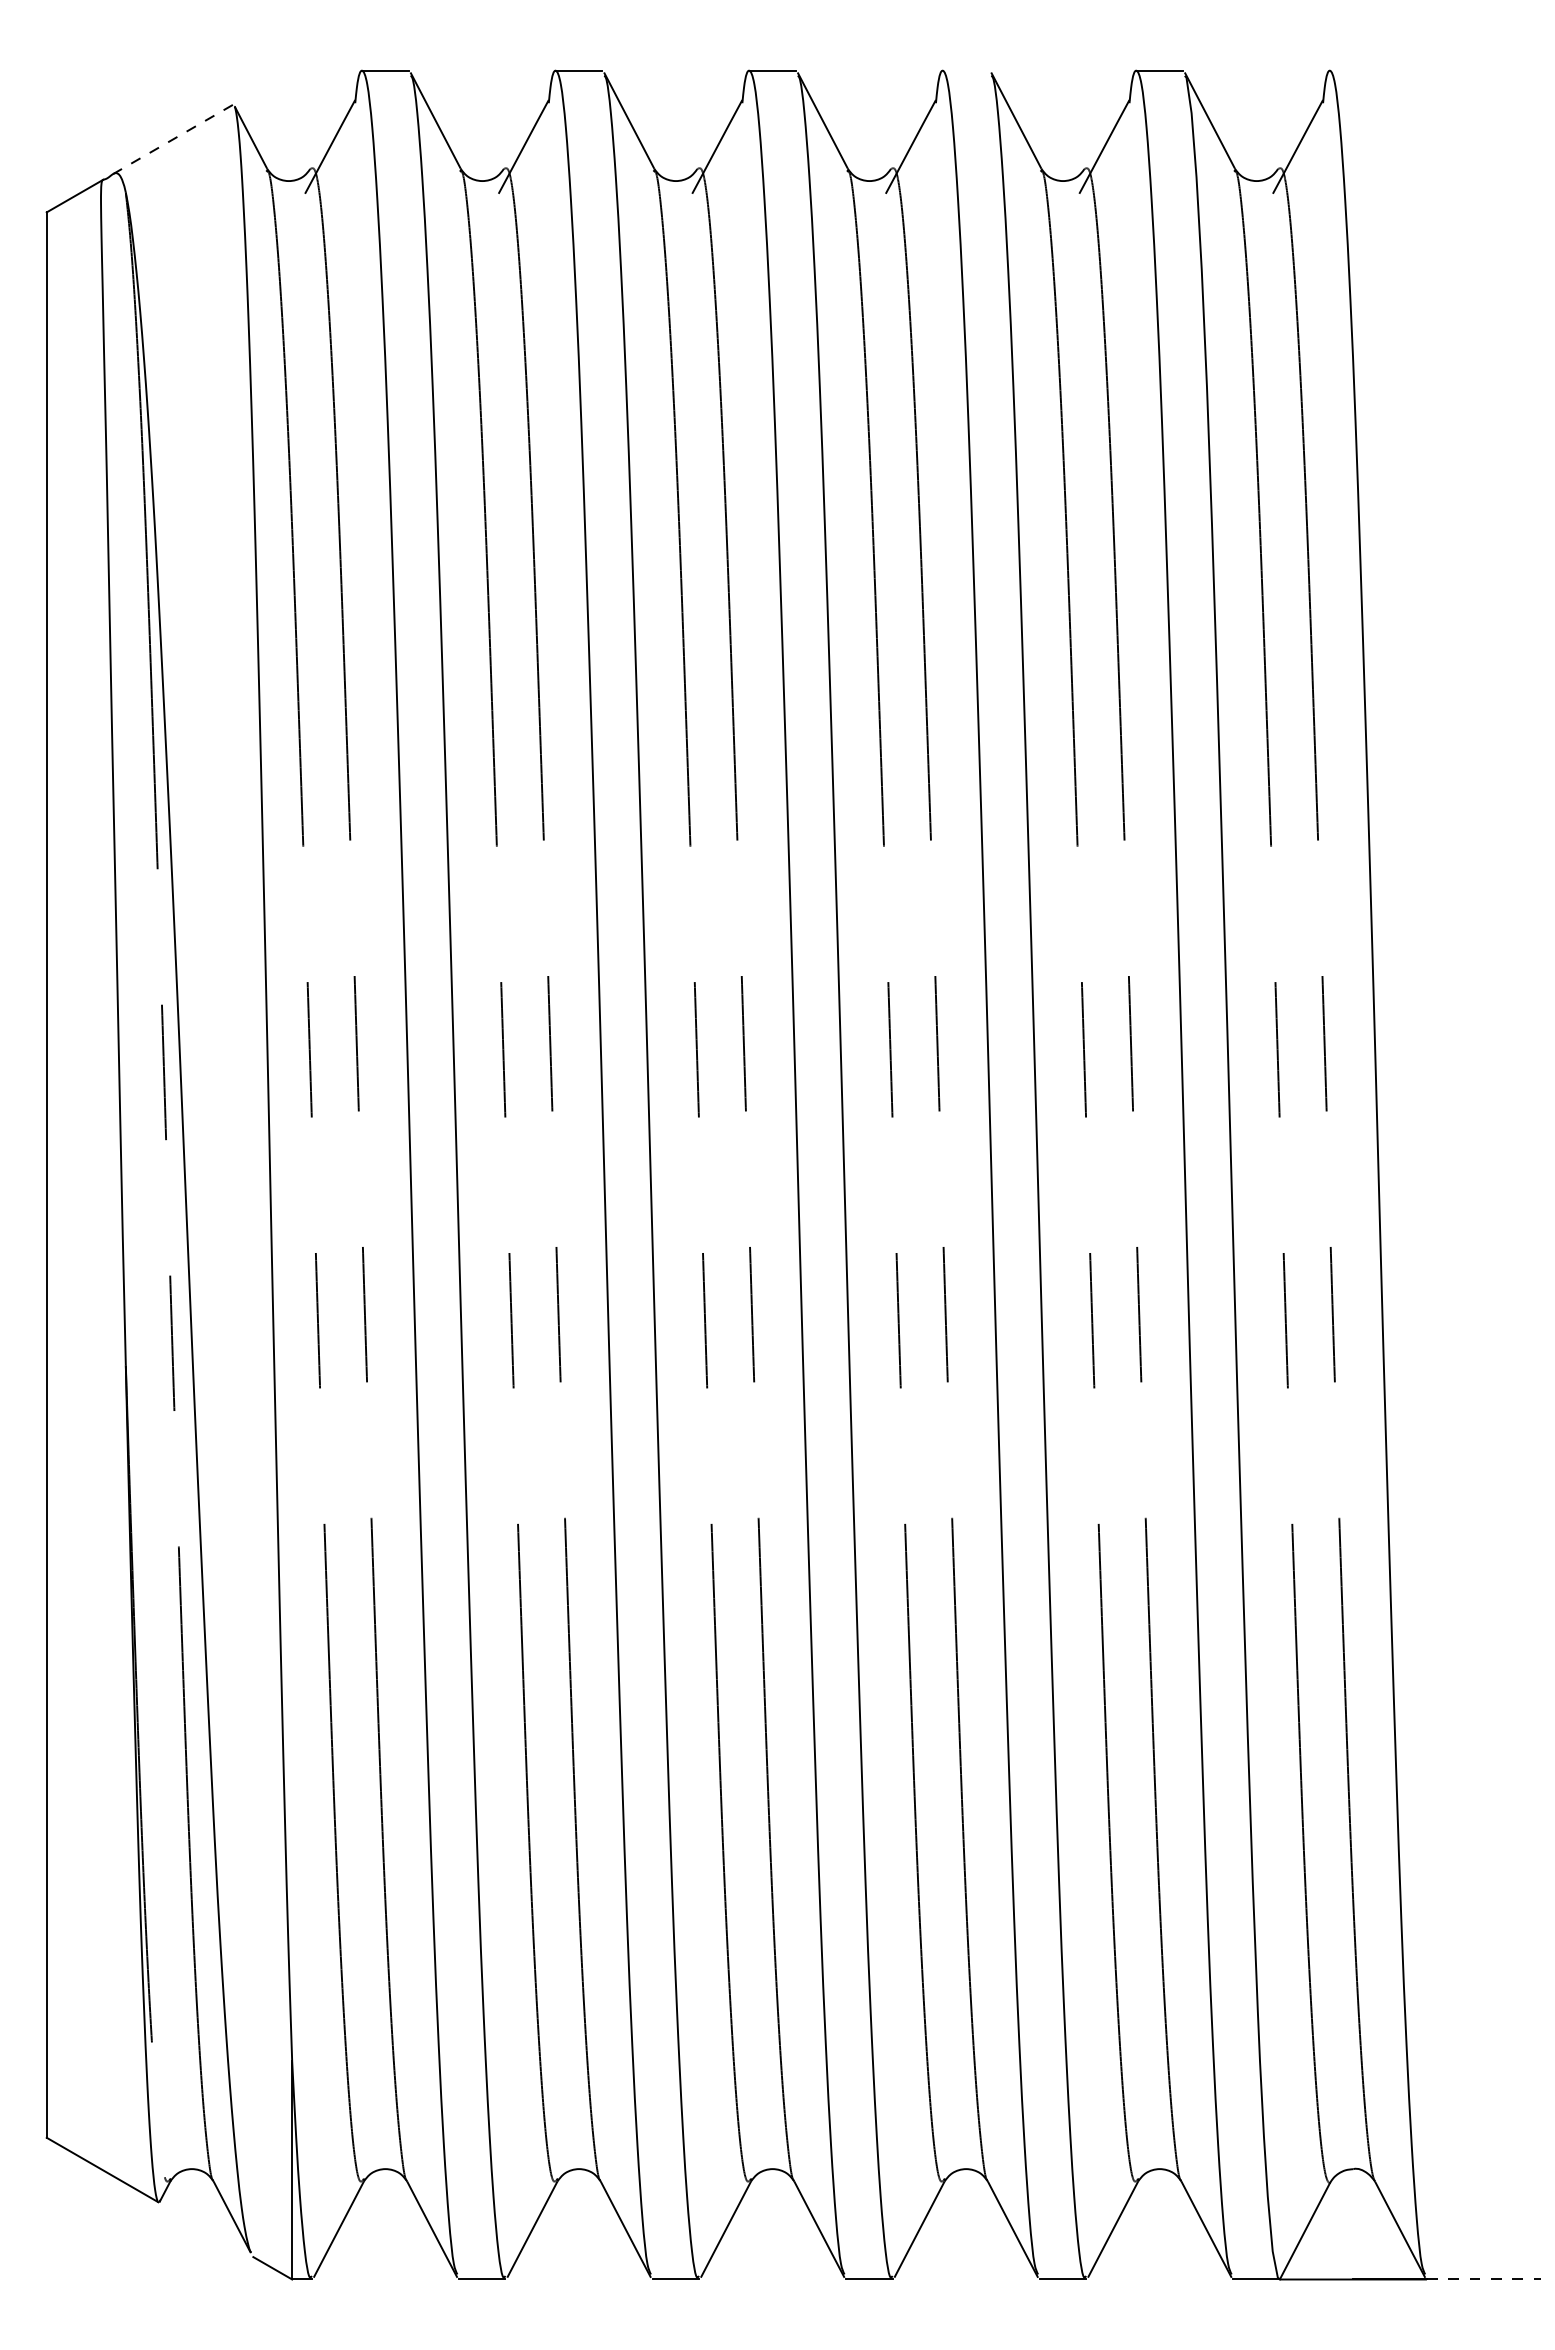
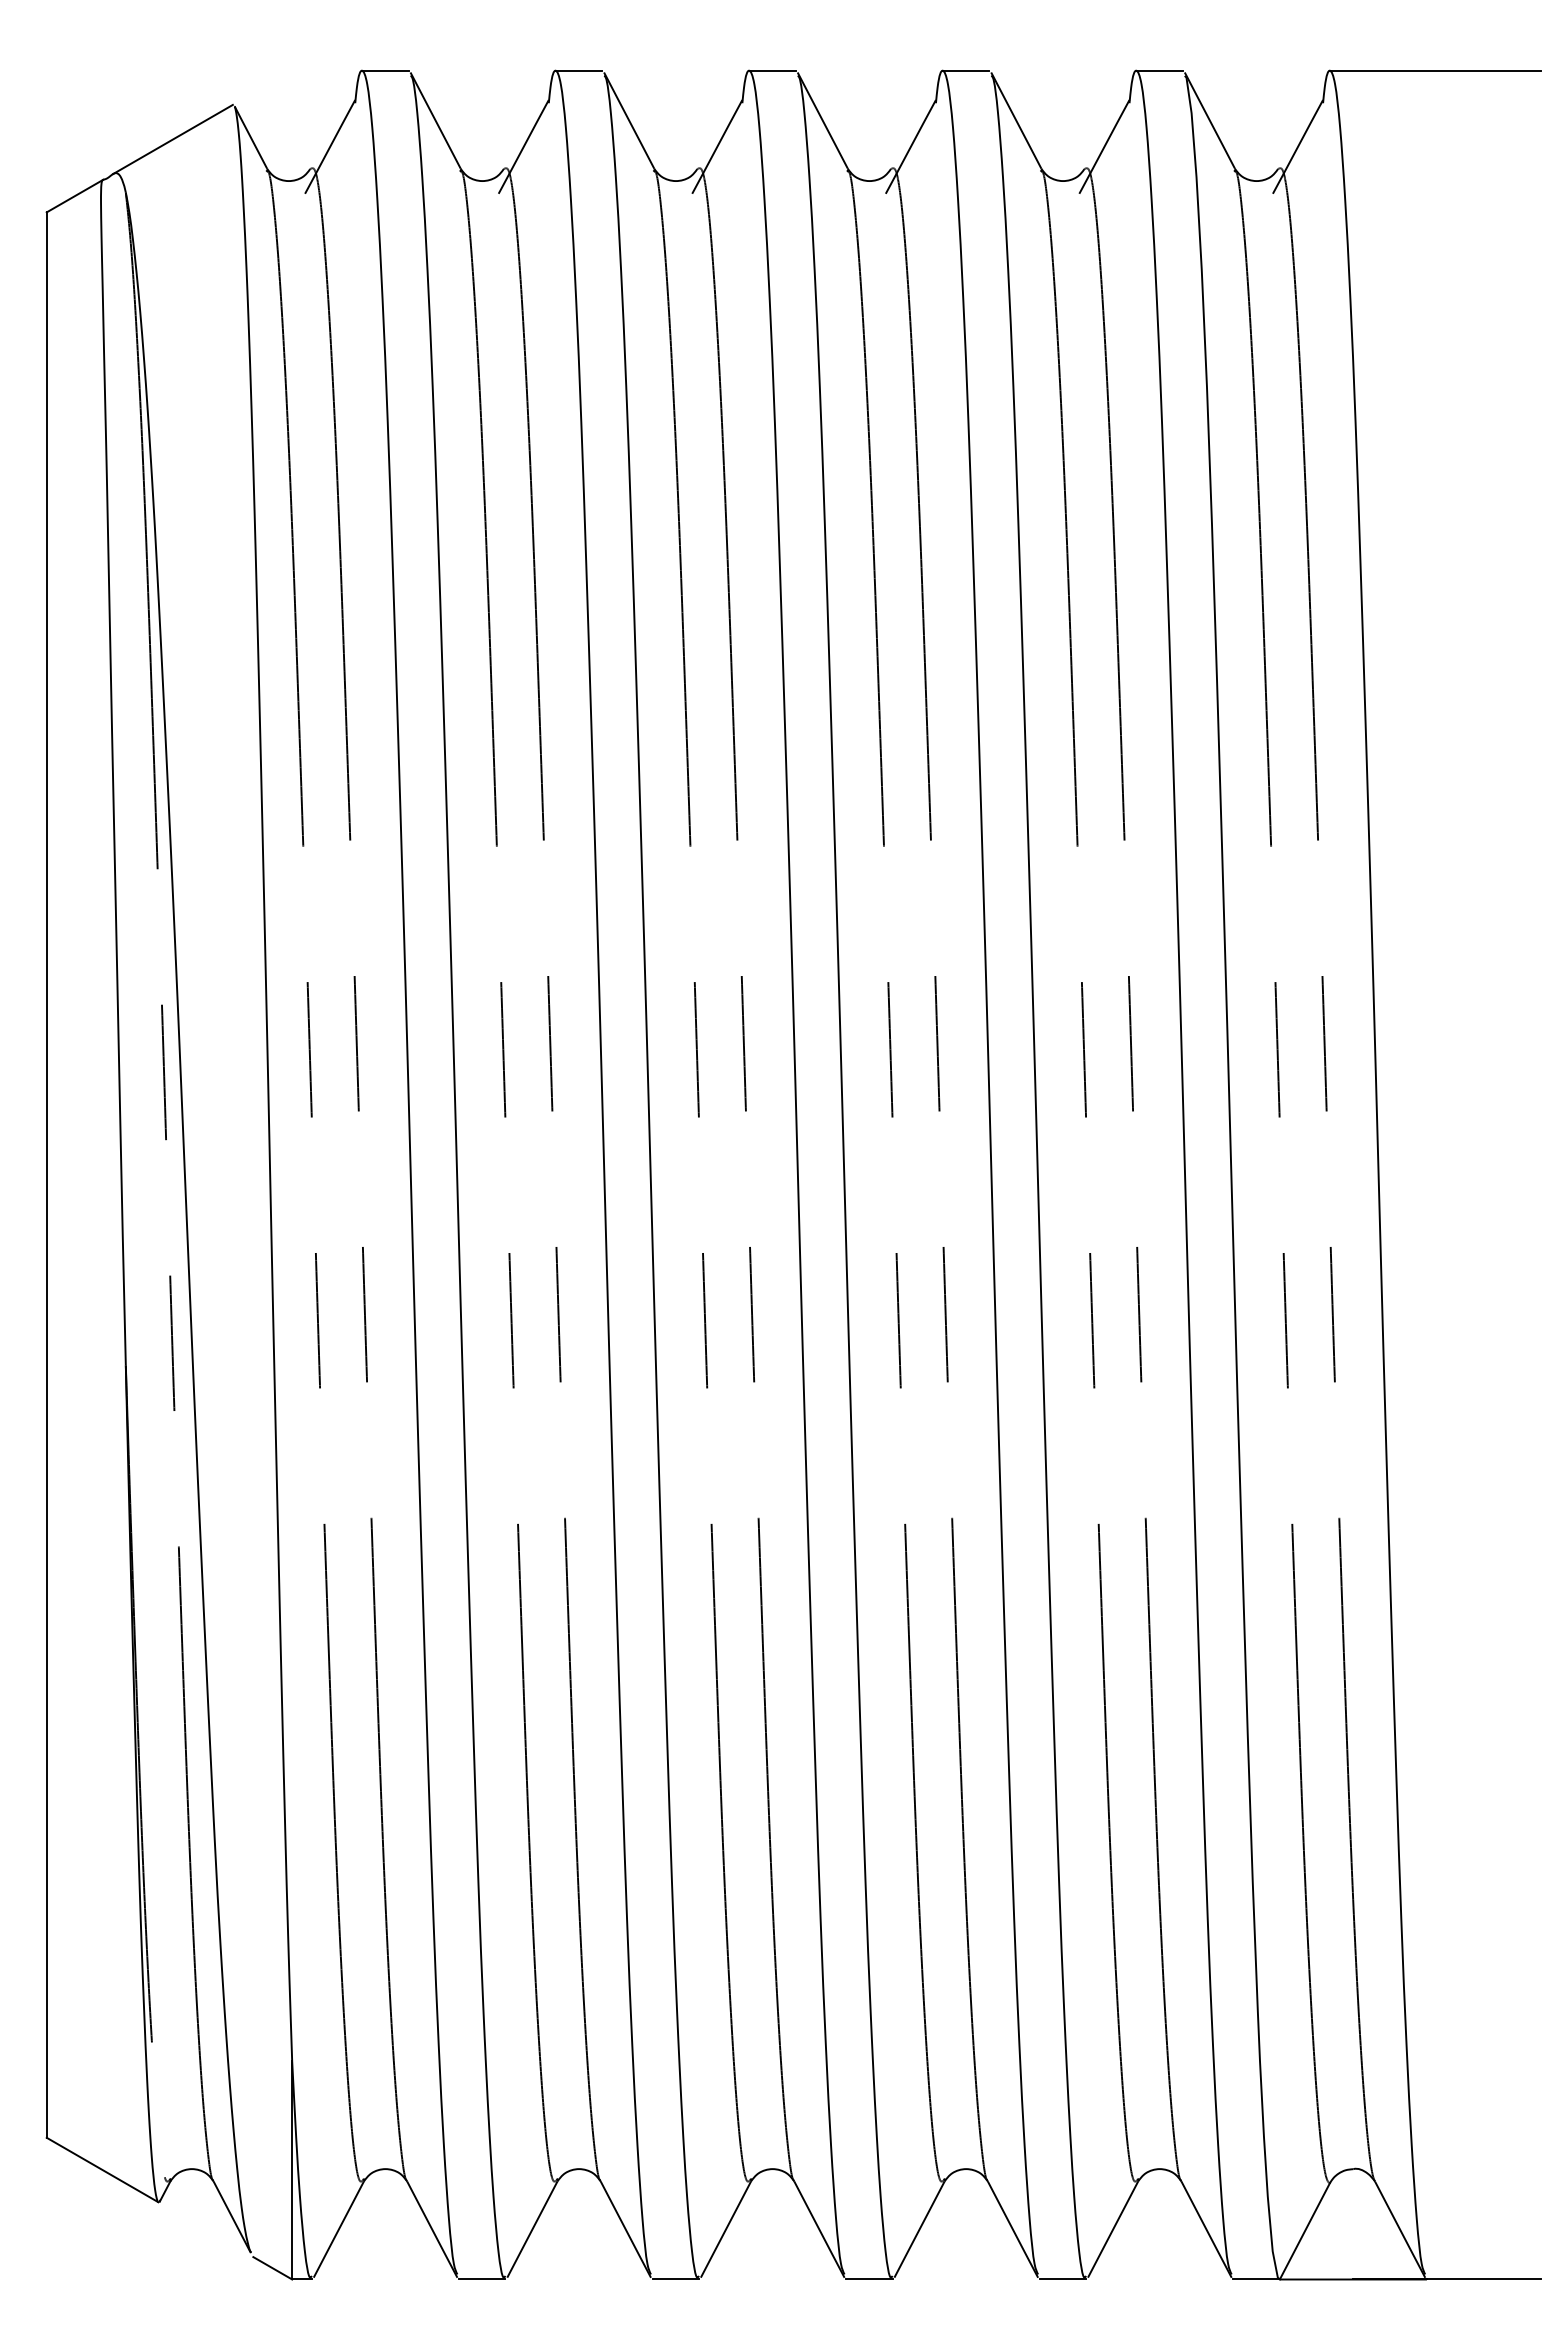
line at (966, 70): none -> present
line at (1435, 70): none -> present
line at (172, 139): dashed -> solid
line at (1483, 2279): dashed -> solid
